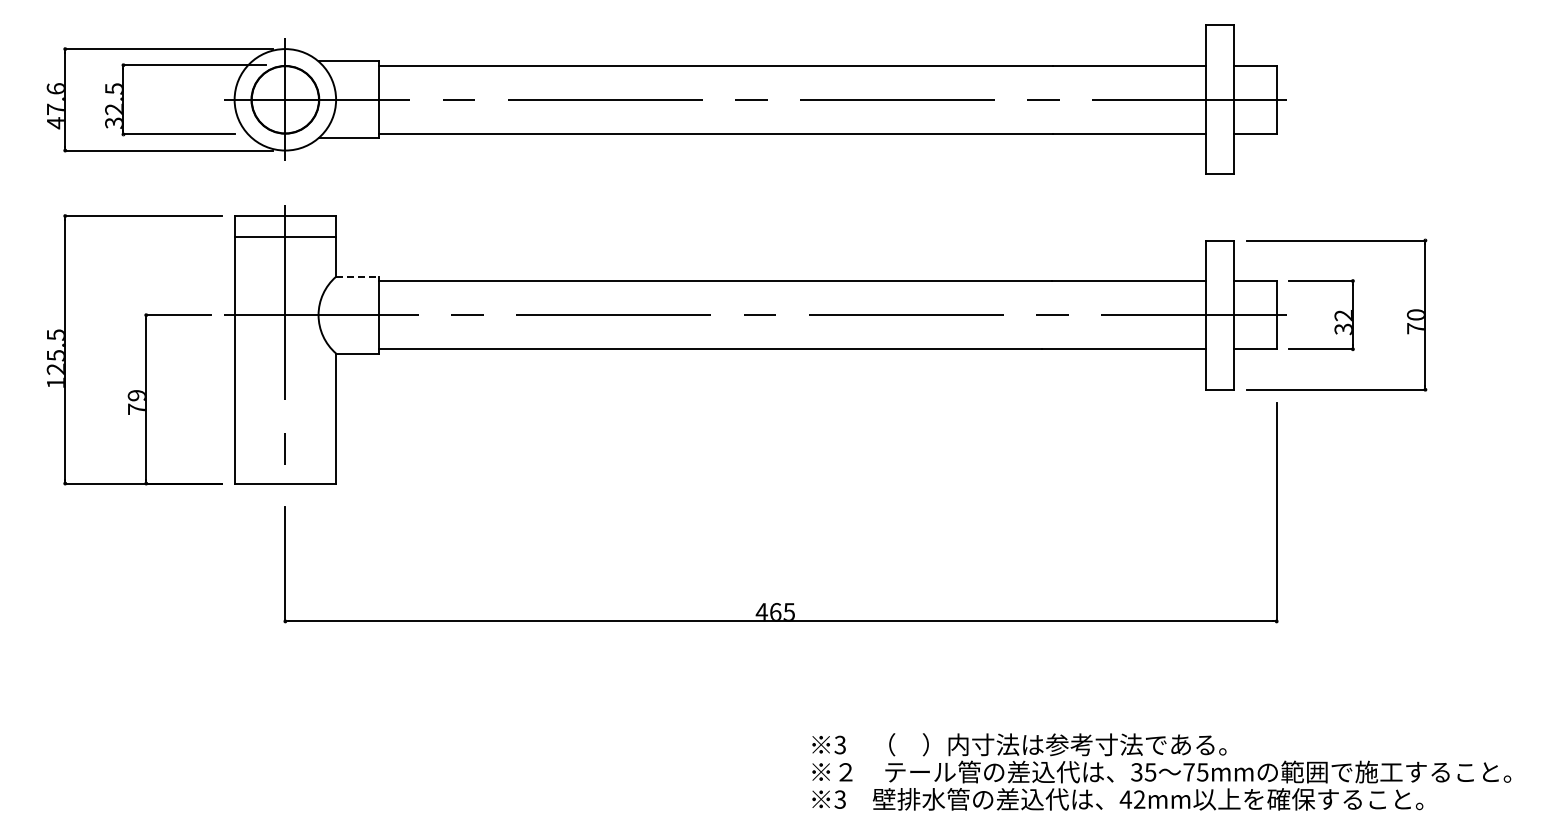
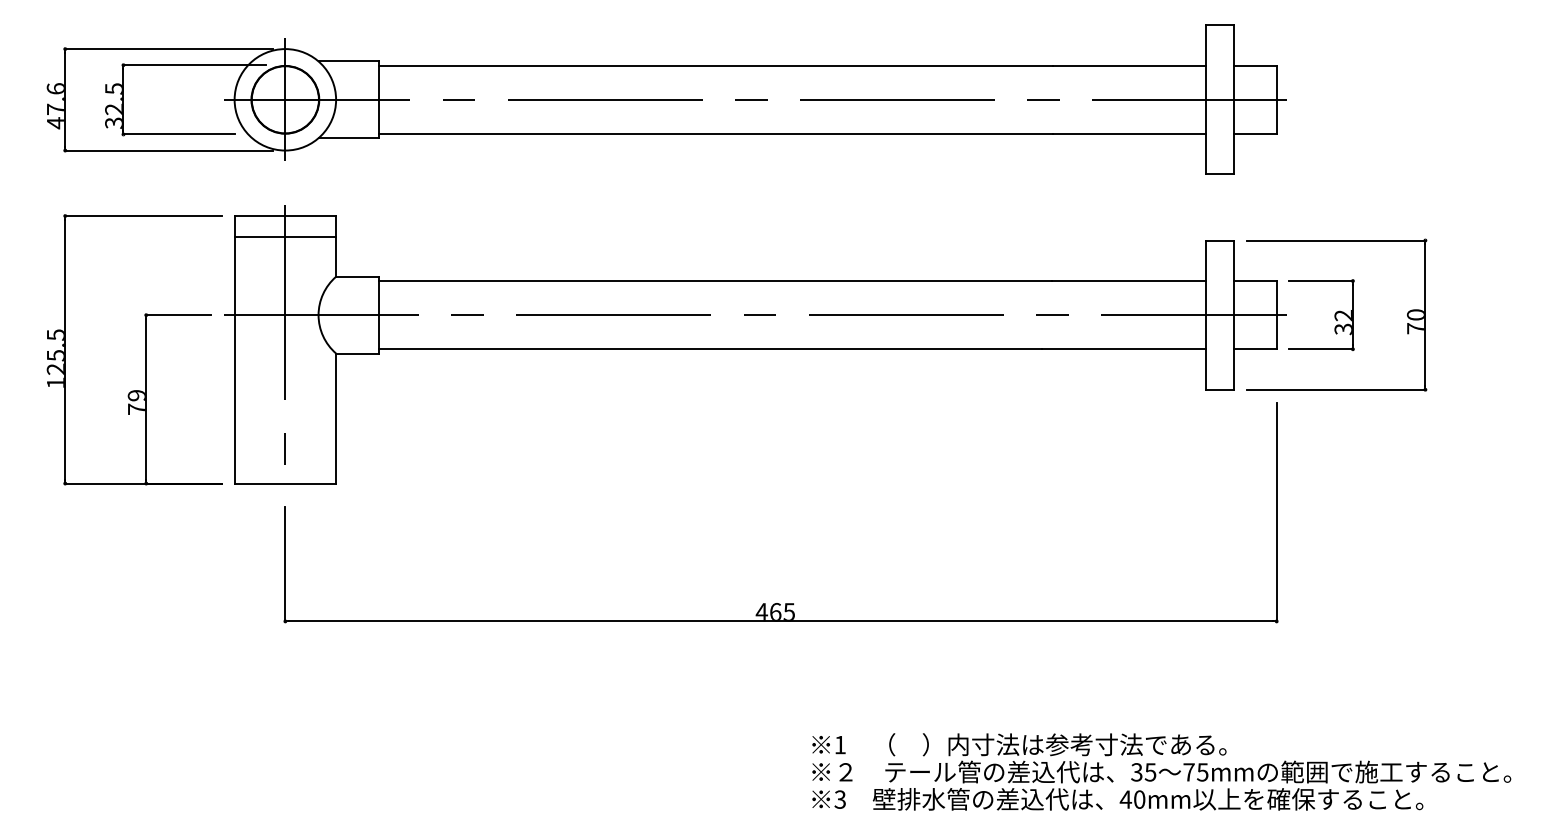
line at (357, 276): dashed -> solid
text at (839, 744): 3 -> 1
text at (1139, 799): 42mm -> 40mm
